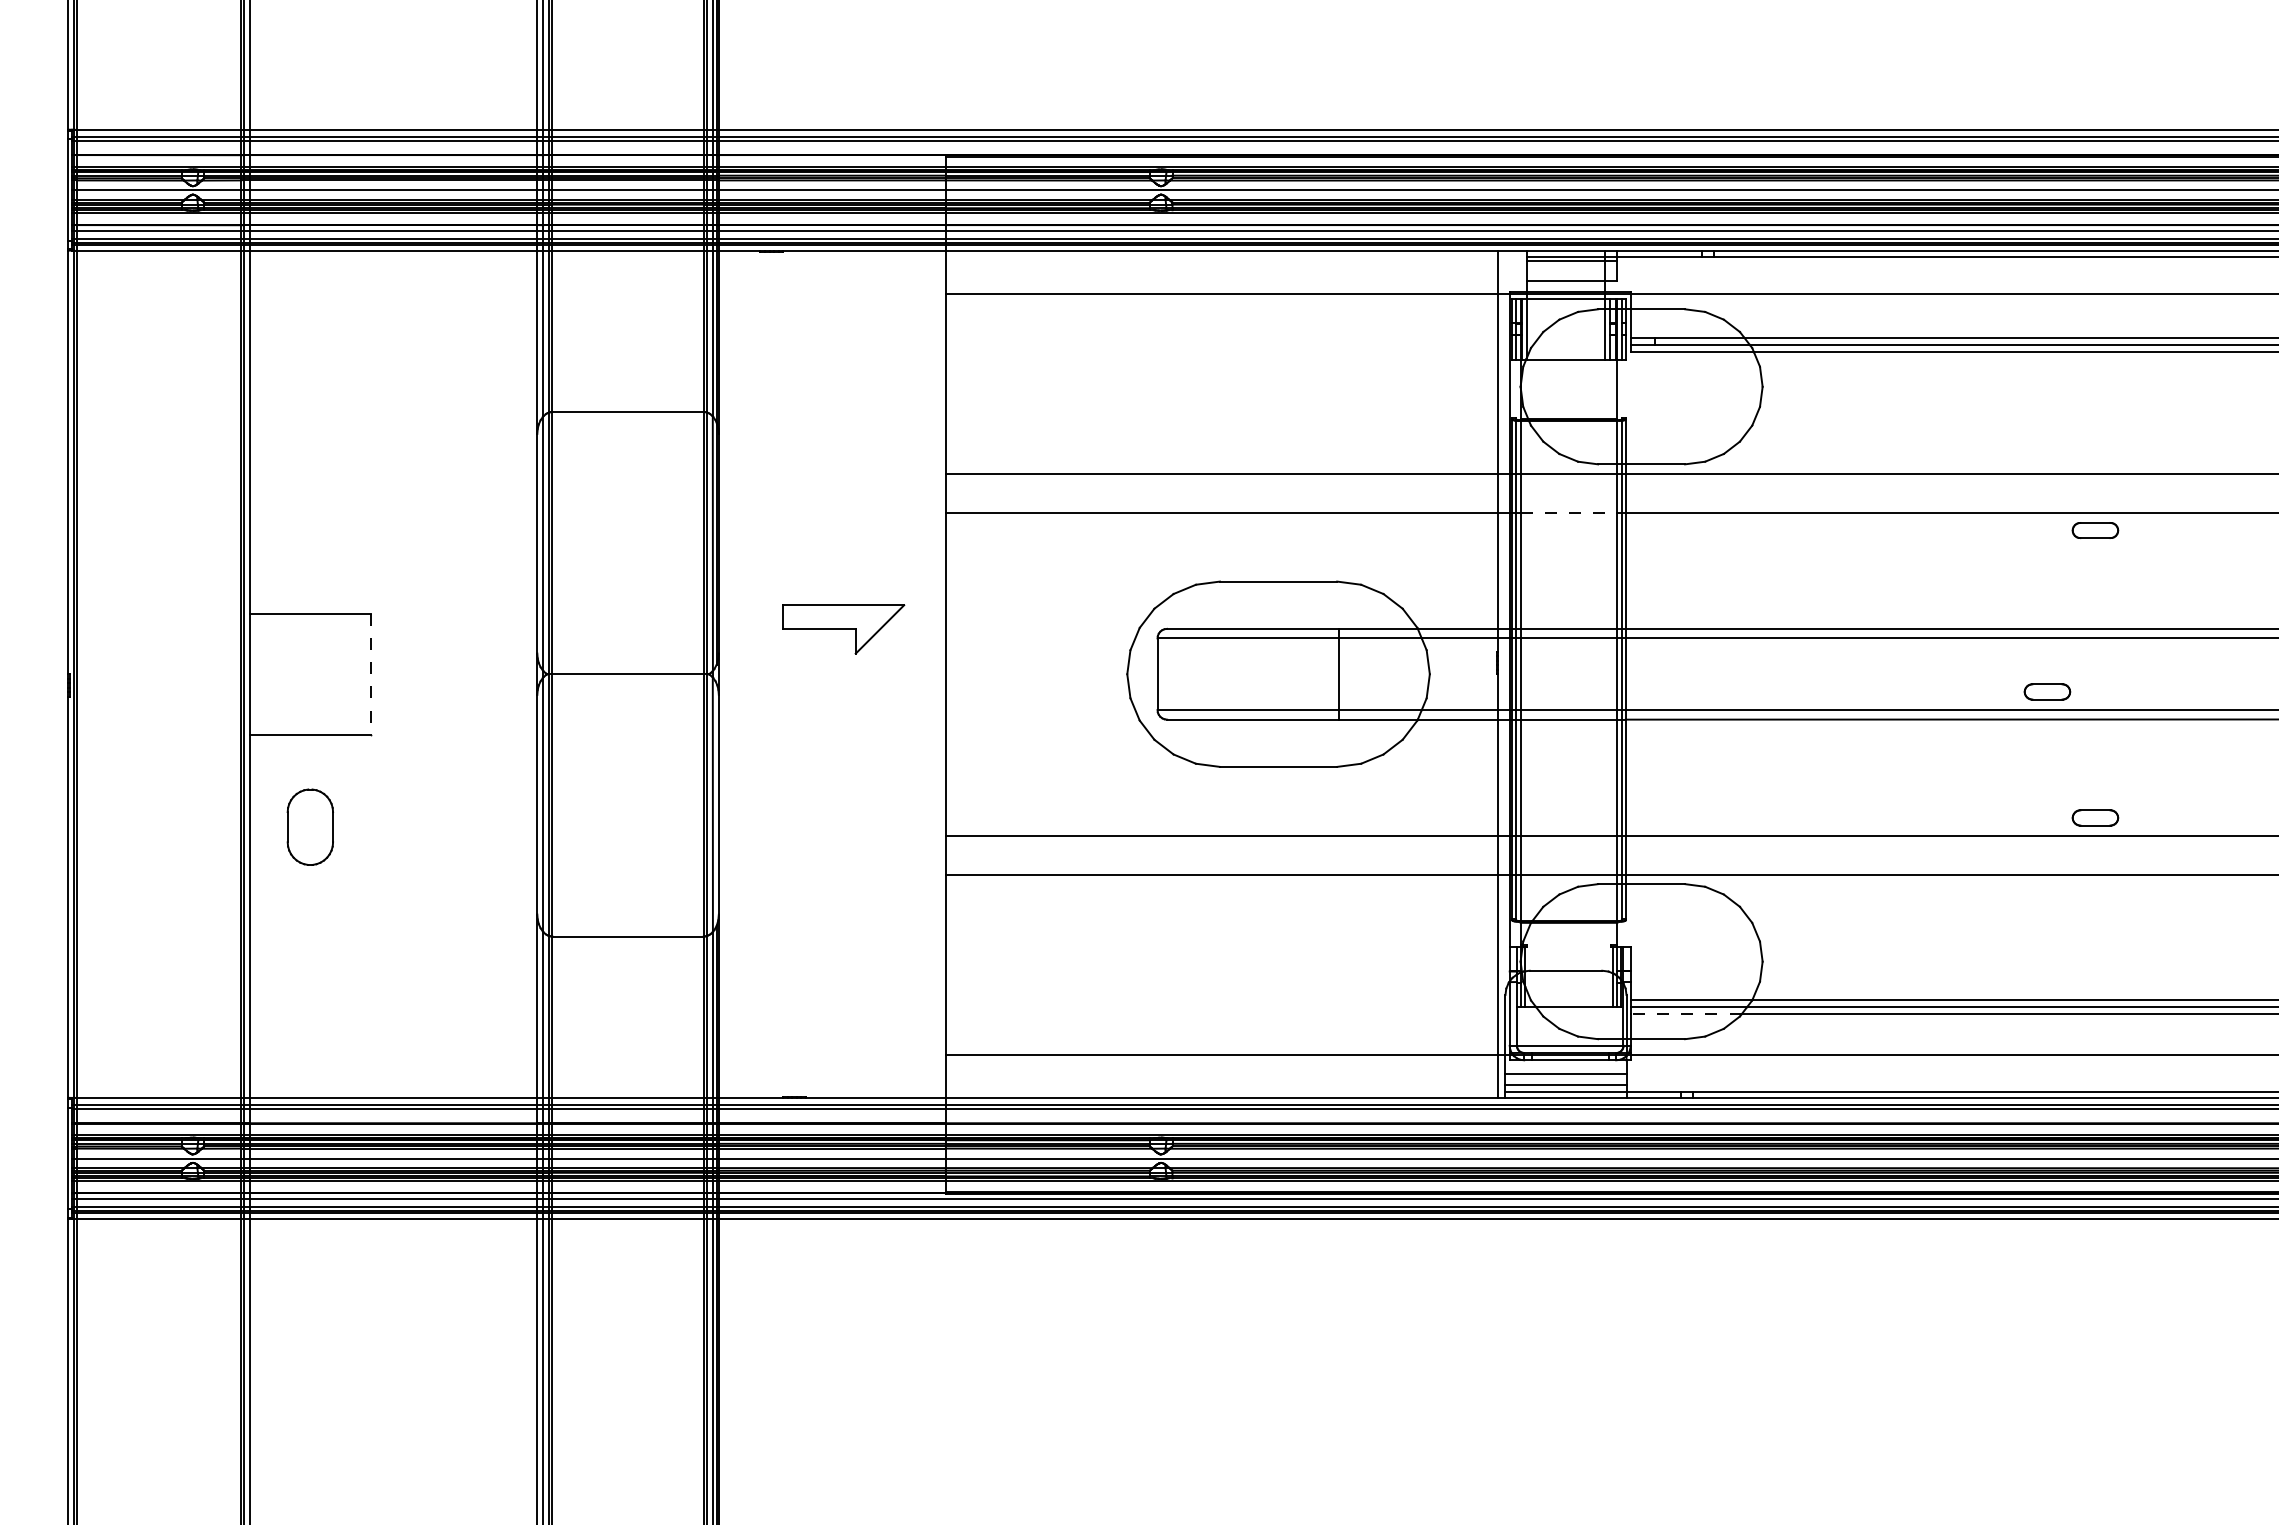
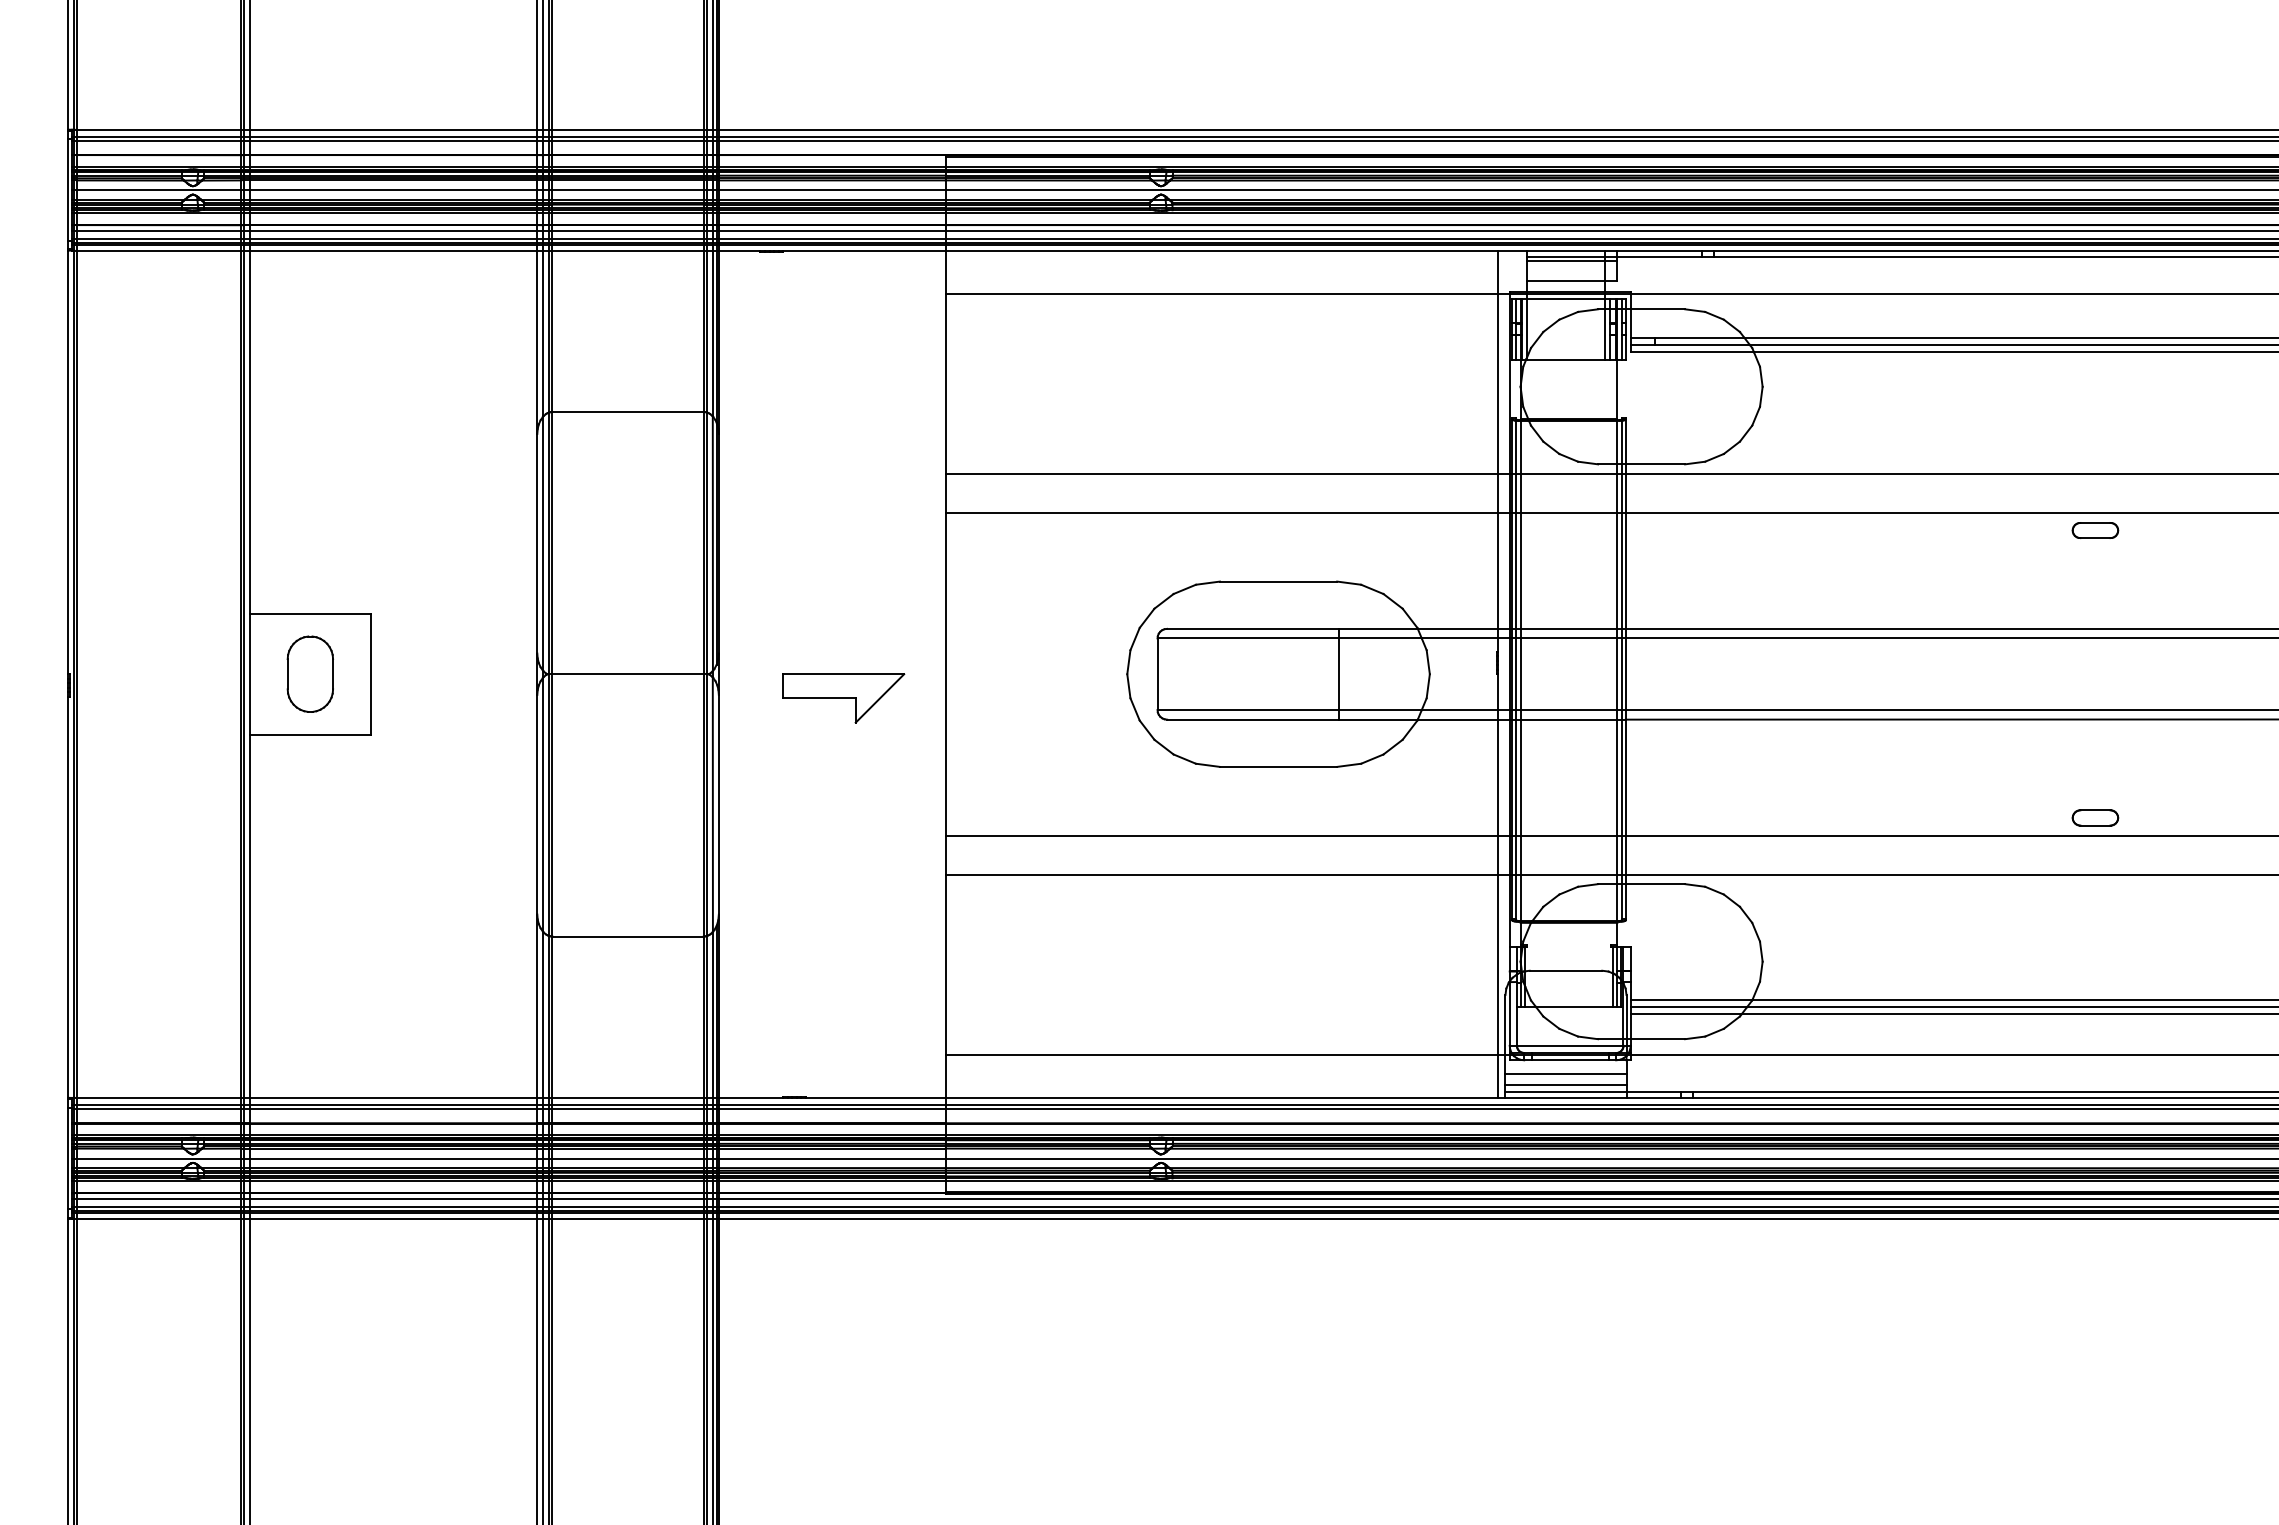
line at (1569, 512): dashed -> solid
part at (843, 629) position: (843, 629) -> (843, 698)
line at (370, 674): dashed -> solid
part at (2047, 691): present -> none
part at (309, 826) position: (309, 826) -> (309, 673)
line at (1685, 1014): dashed -> solid
